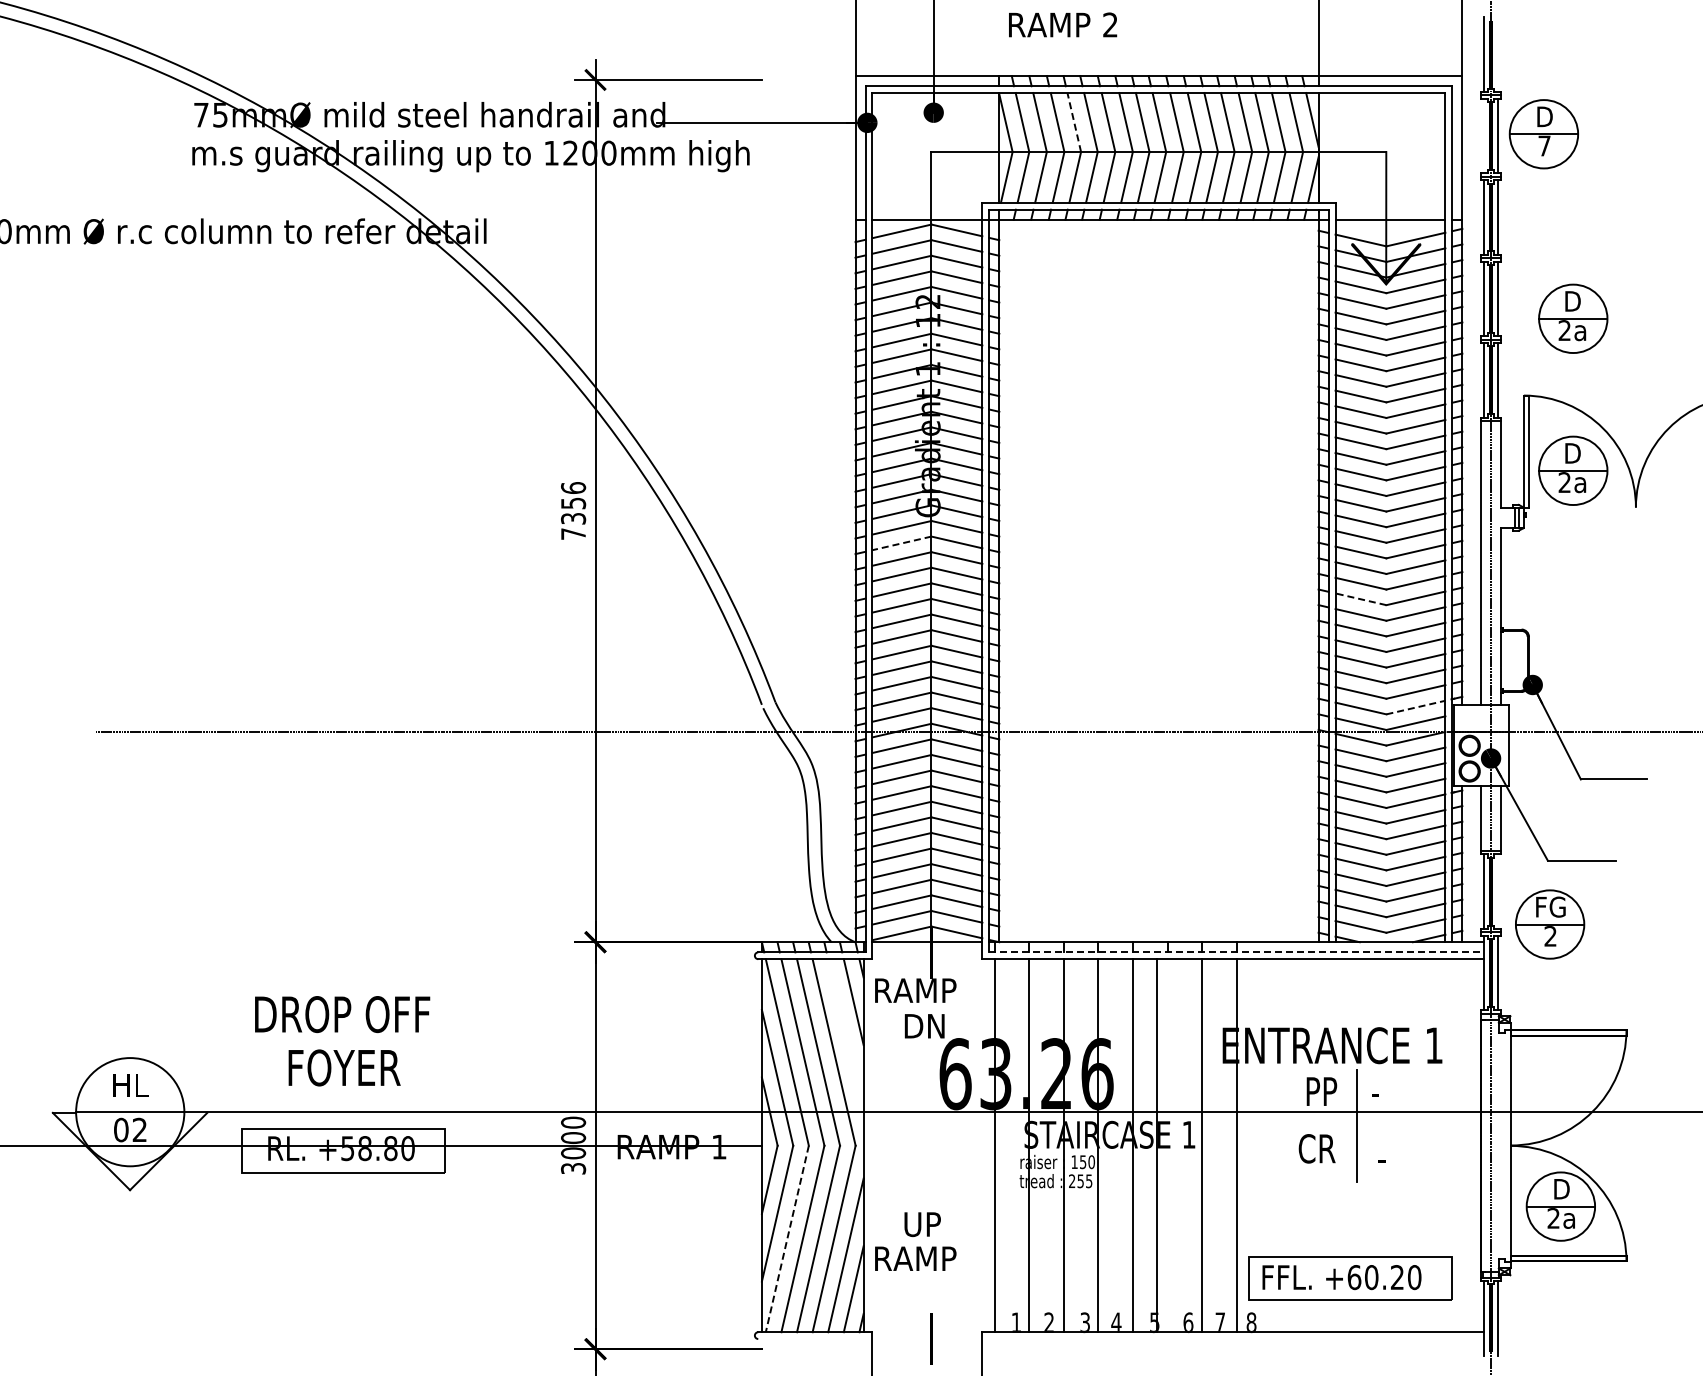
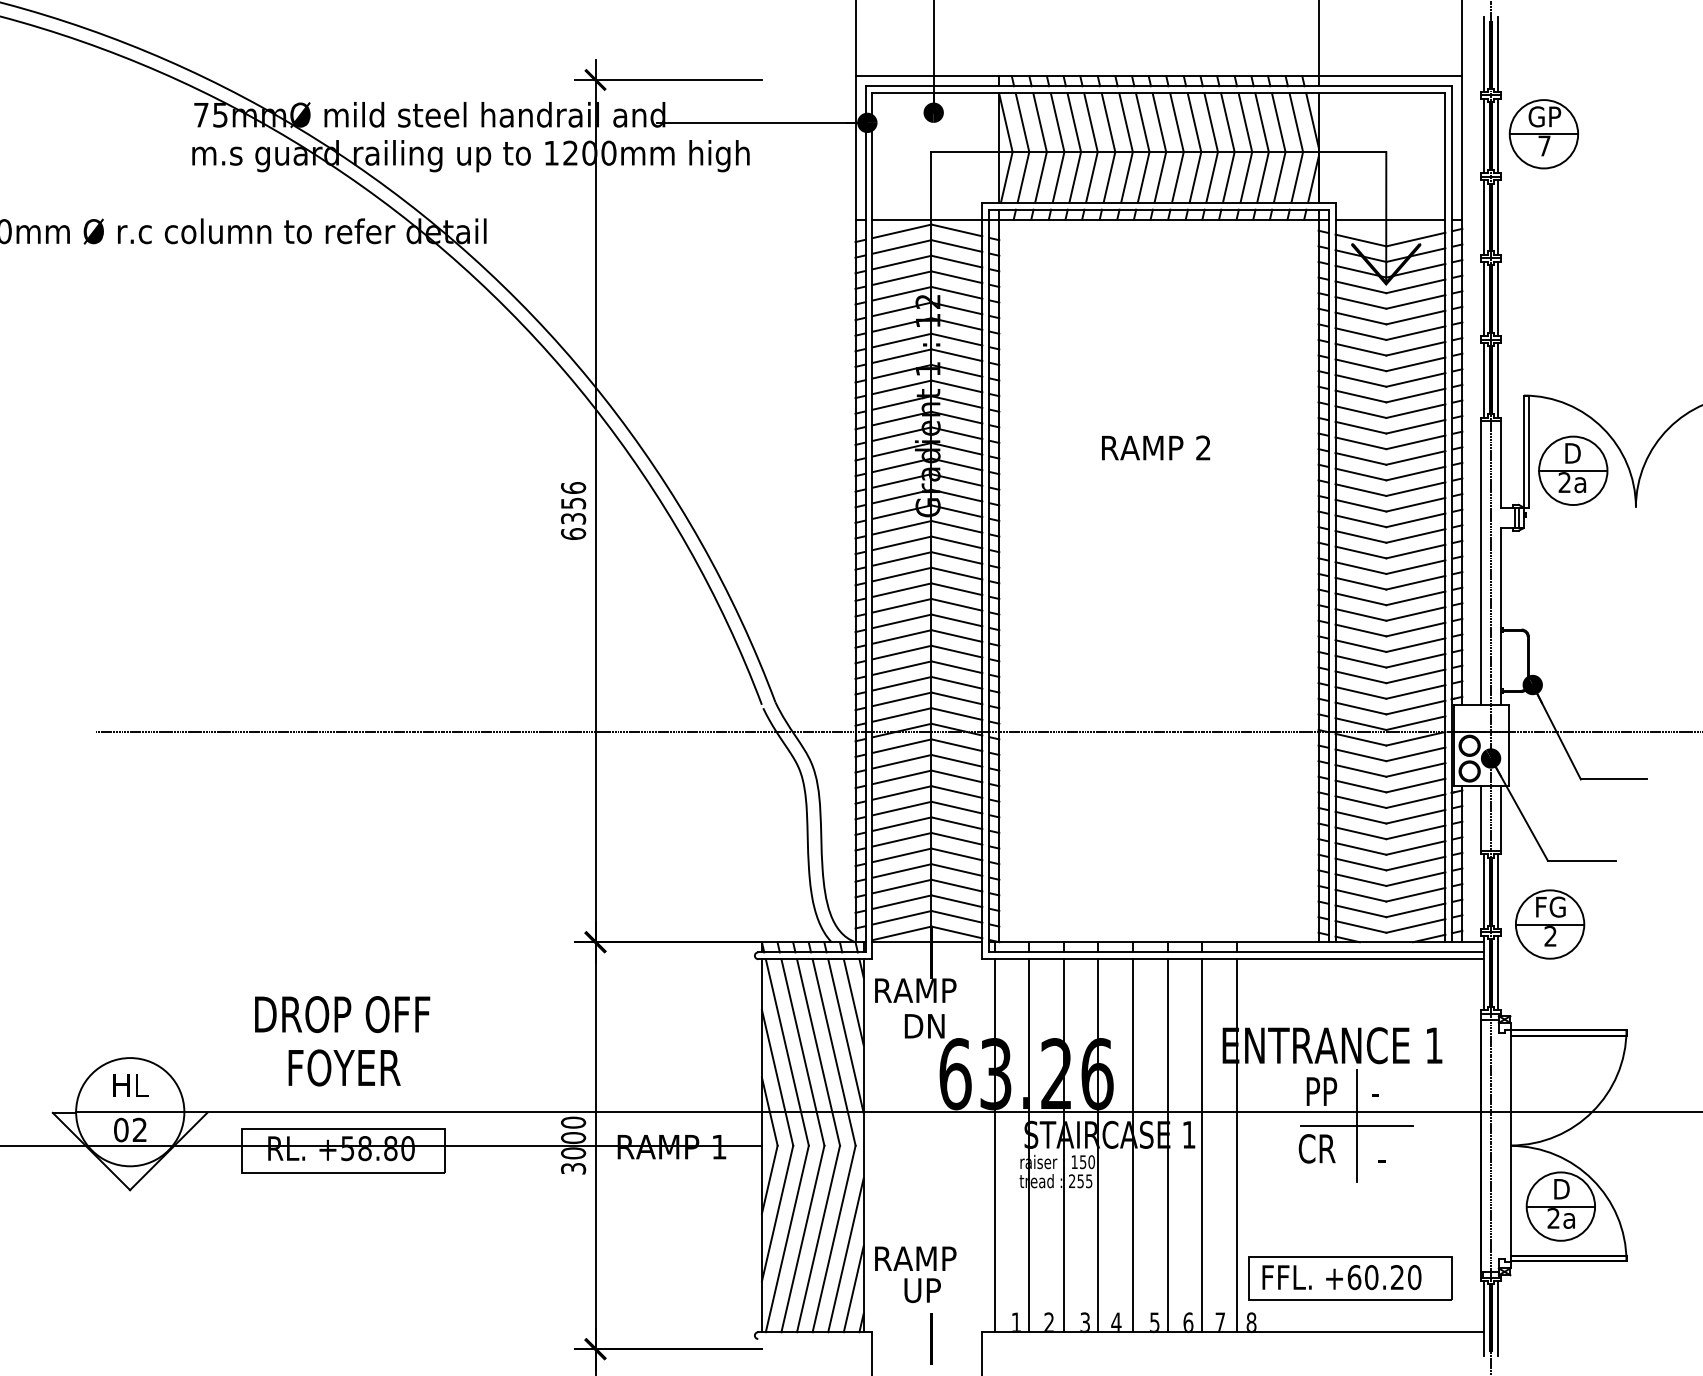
text at (1063, 24) position: (1063, 24) -> (1156, 447)
line at (1497, 54): none -> present
text at (1544, 116): D -> GP
line at (1074, 122): dashed -> solid
line at (1484, 135): none -> present
part at (1573, 318): present -> none
text at (573, 533): 7356 -> 6356
line at (901, 543): dashed -> solid
line at (1360, 599): dashed -> solid
line at (1416, 707): dashed -> solid
line at (1497, 891): none -> present
line at (1236, 952): dashed -> solid
line at (845, 1035): none -> present
line at (1356, 1125): none -> present
line at (1156, 1145) position: (1156, 1145) -> (1167, 1145)
text at (922, 1224) position: (922, 1224) -> (922, 1290)
line at (787, 1238): dashed -> solid
